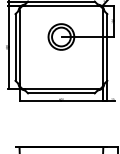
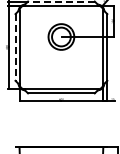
line at (60, 1): solid -> dashed
line at (15, 47): solid -> dashed
